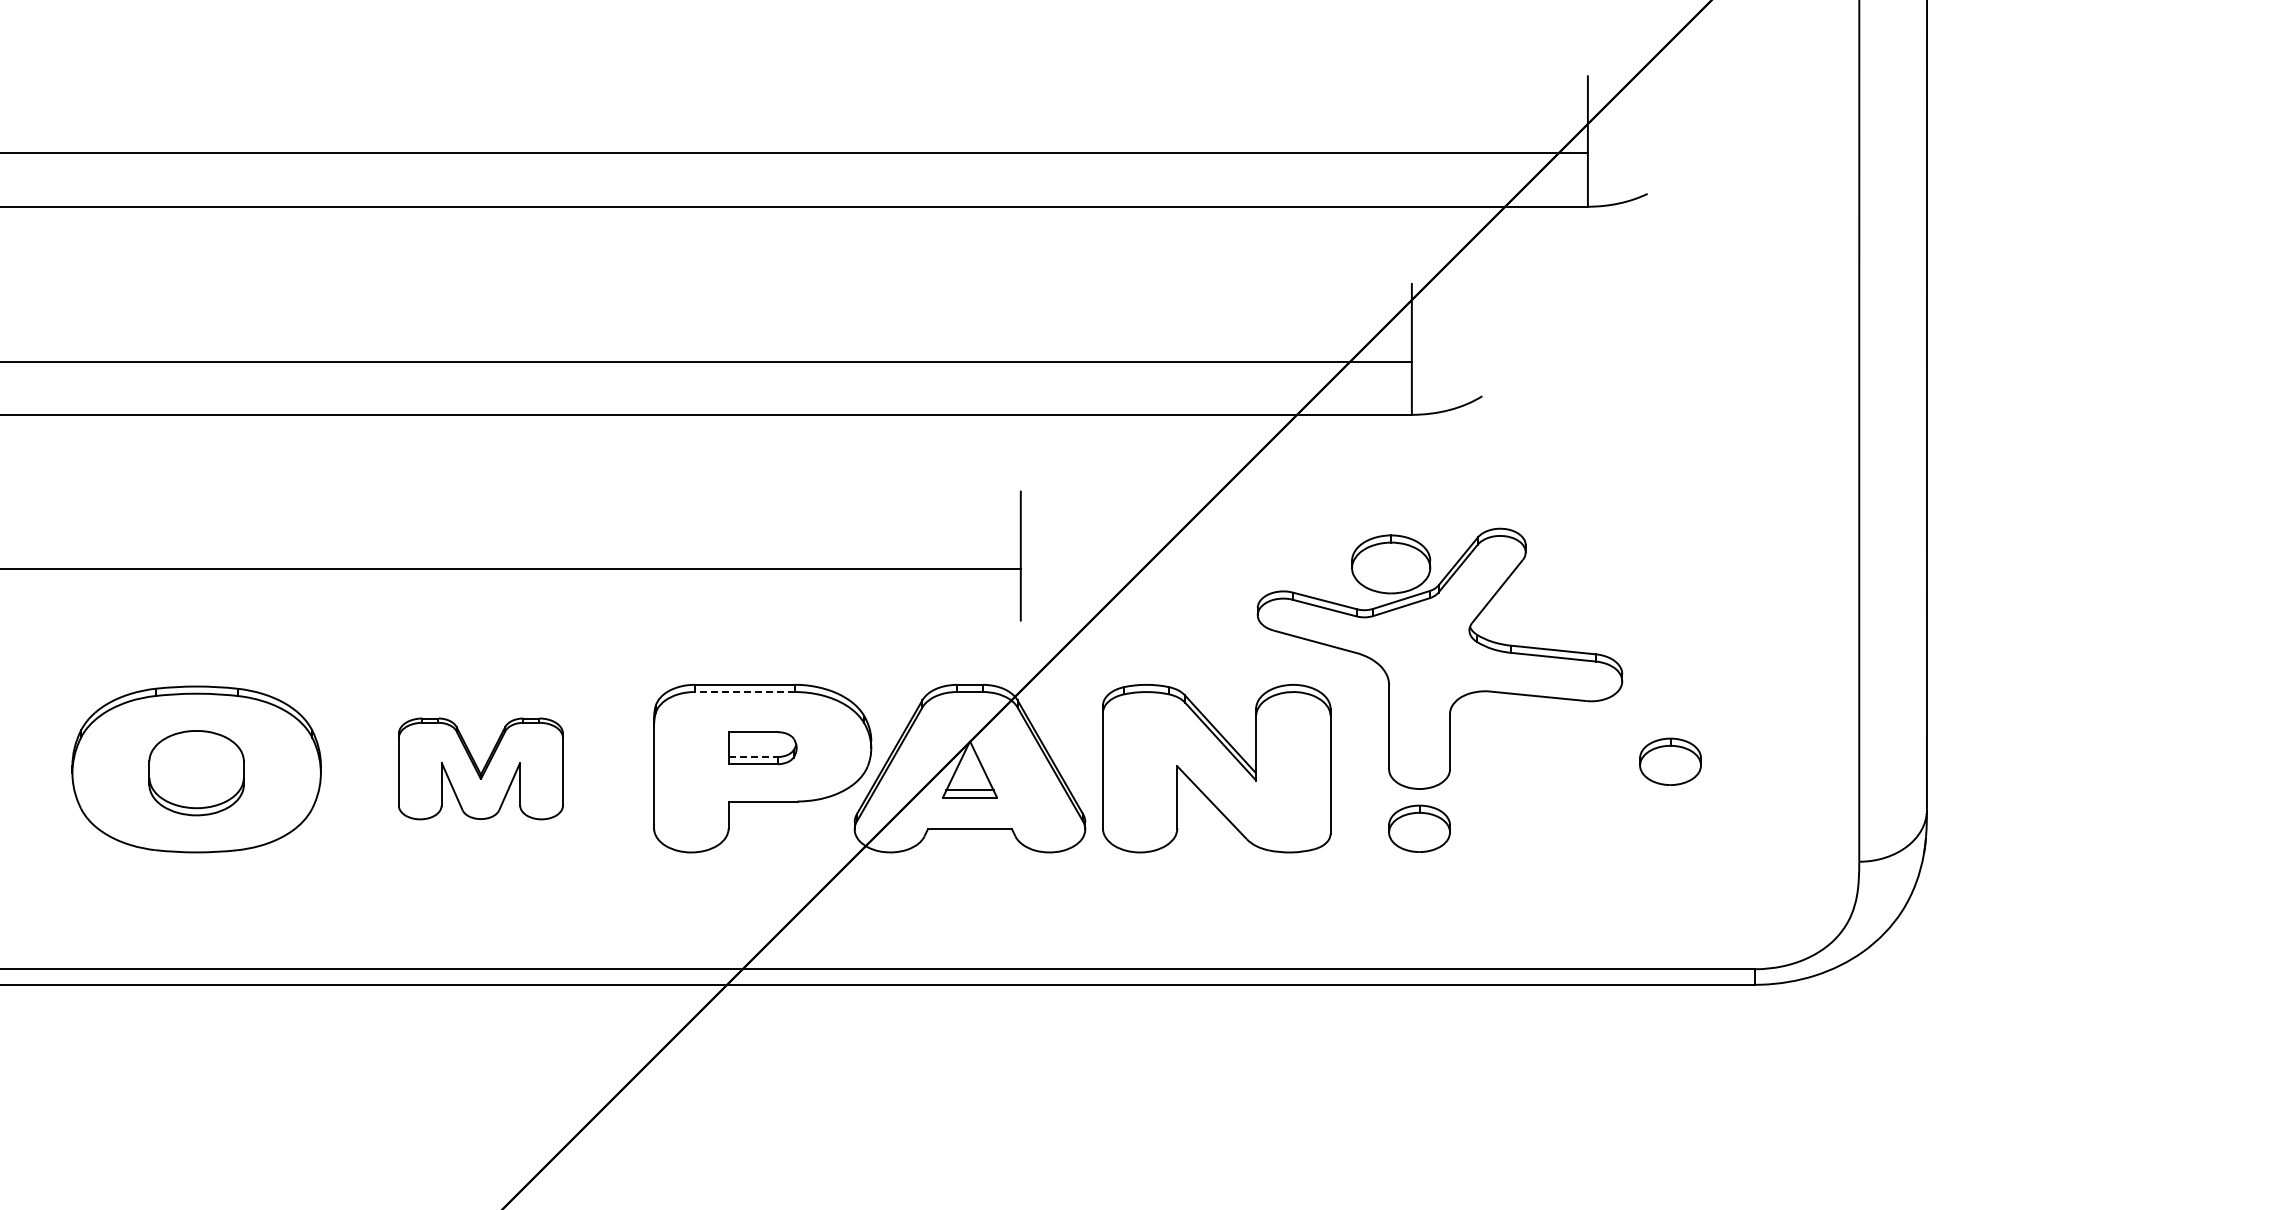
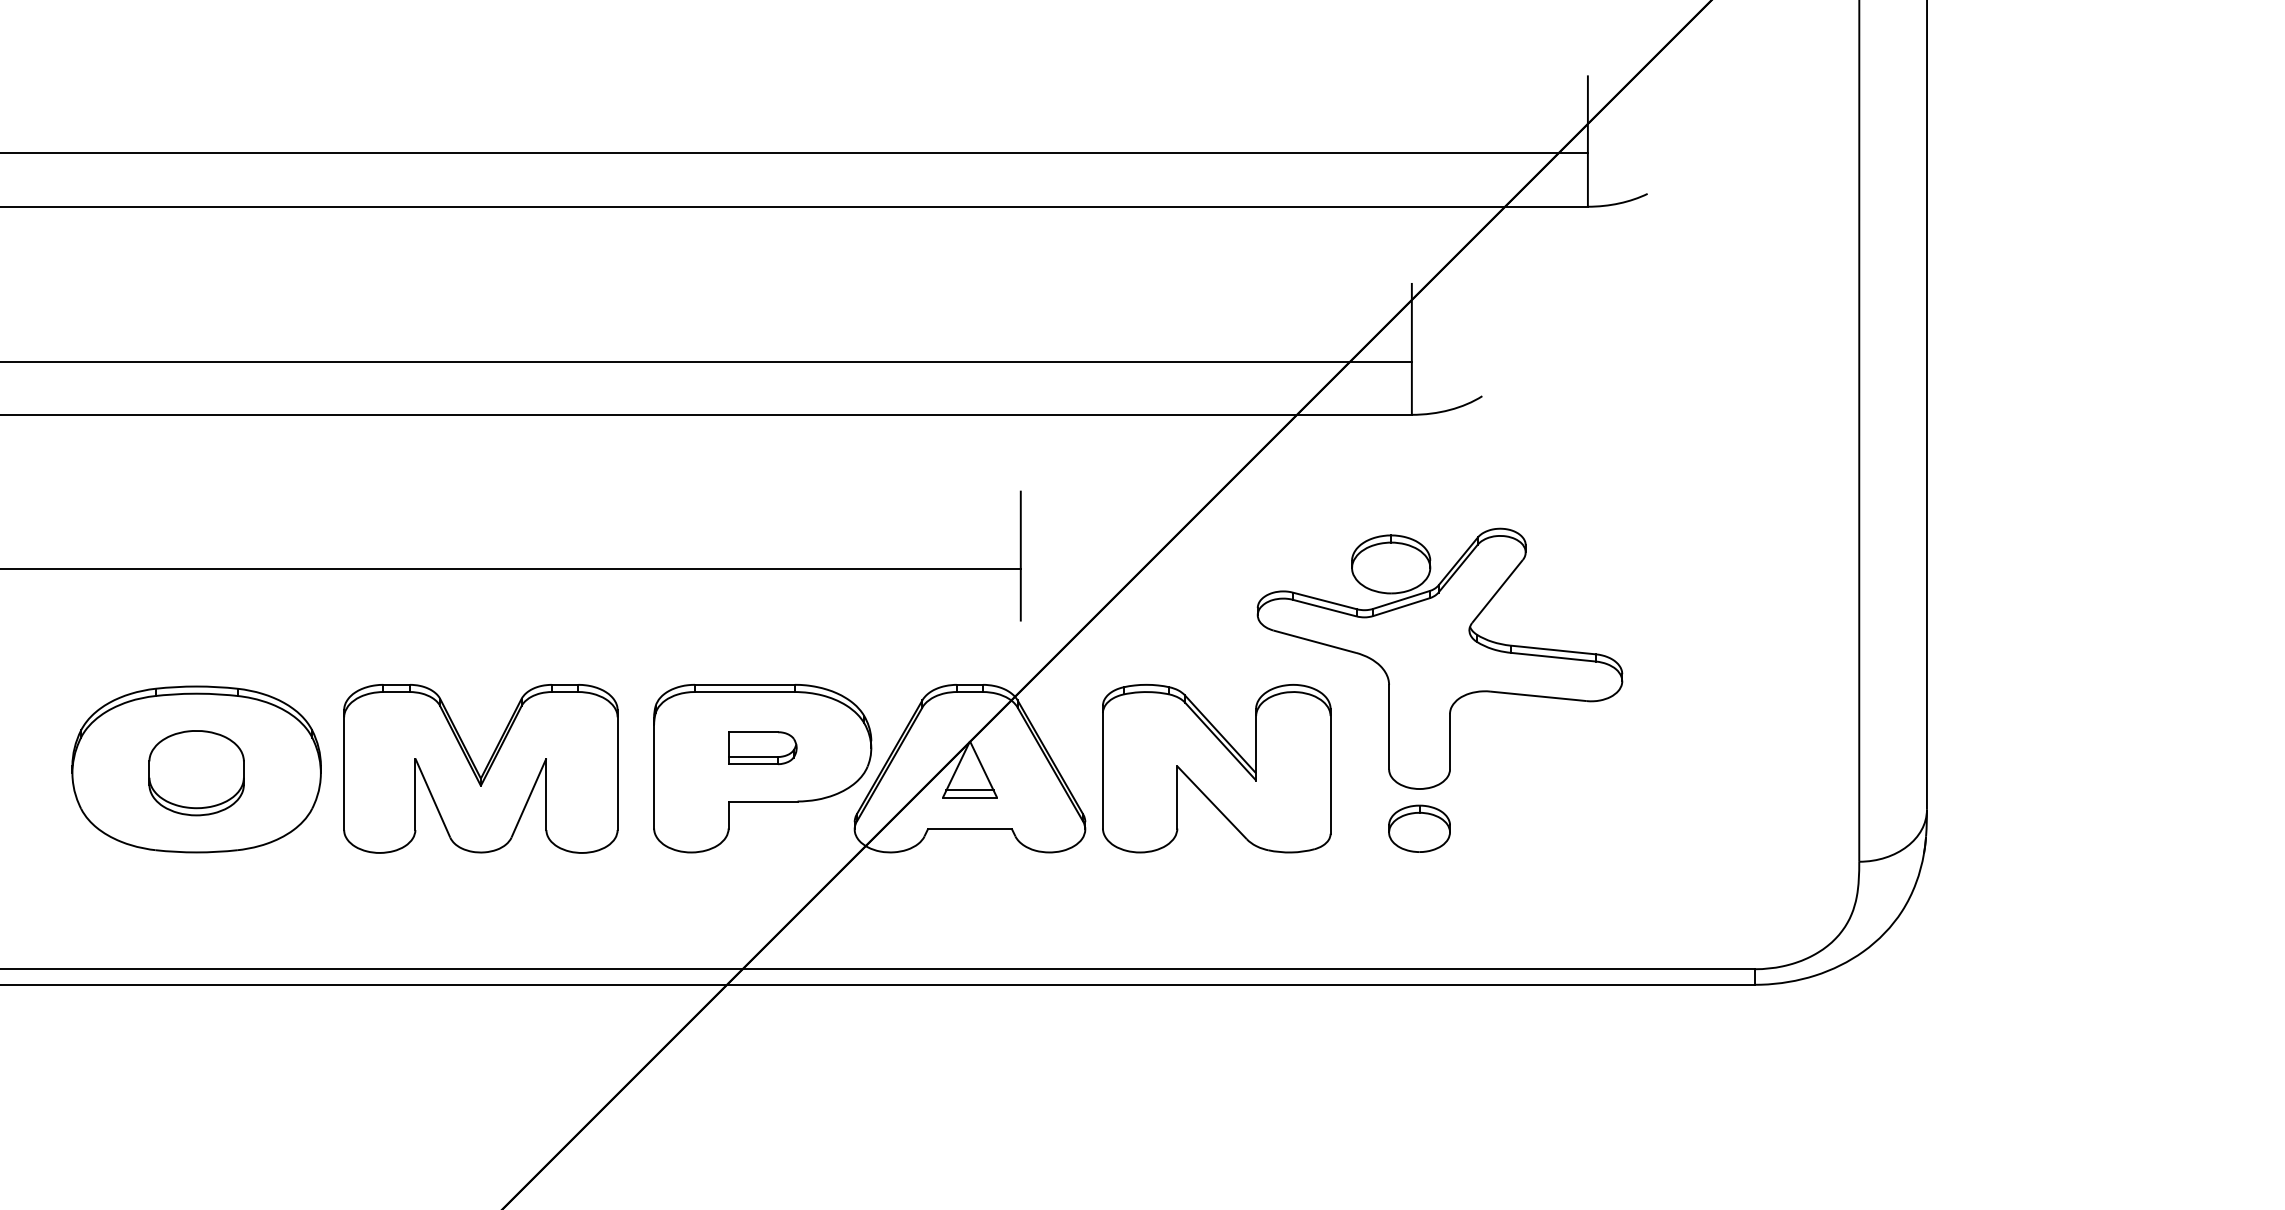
line at (744, 692): dashed -> solid
line at (753, 757): dashed -> solid
part at (1670, 761): present -> none
part at (480, 768) size: 166x104 px -> 276x170 px
